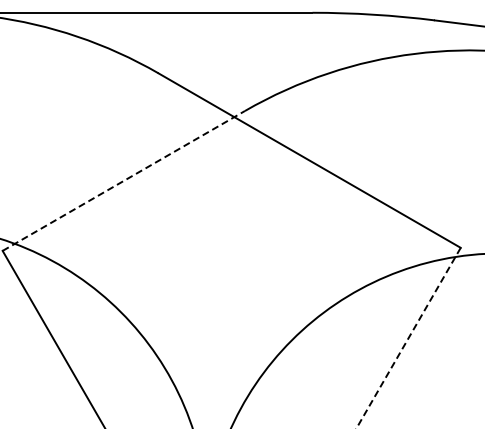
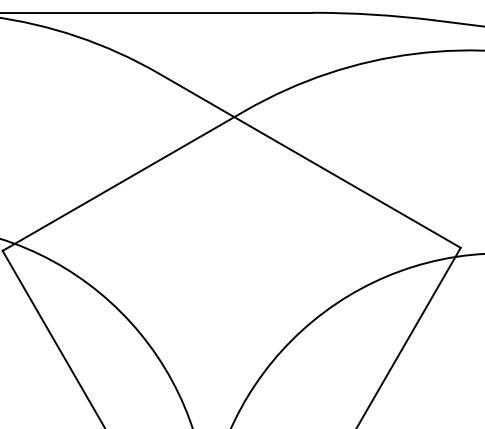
line at (123, 180): dashed -> solid
line at (408, 338): dashed -> solid
